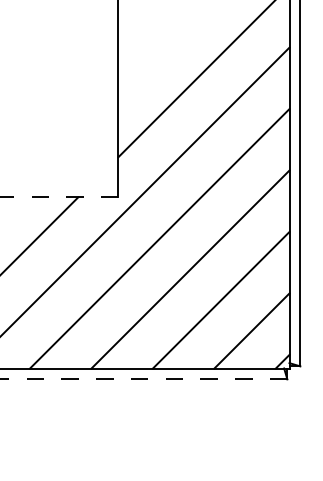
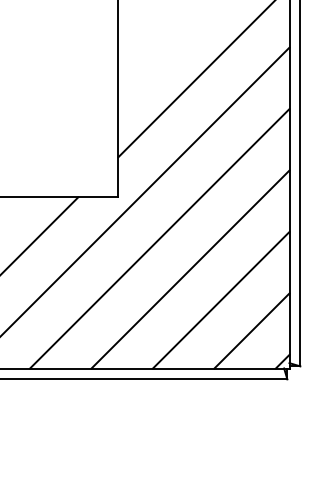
line at (59, 197): dashed -> solid
line at (143, 379): dashed -> solid
